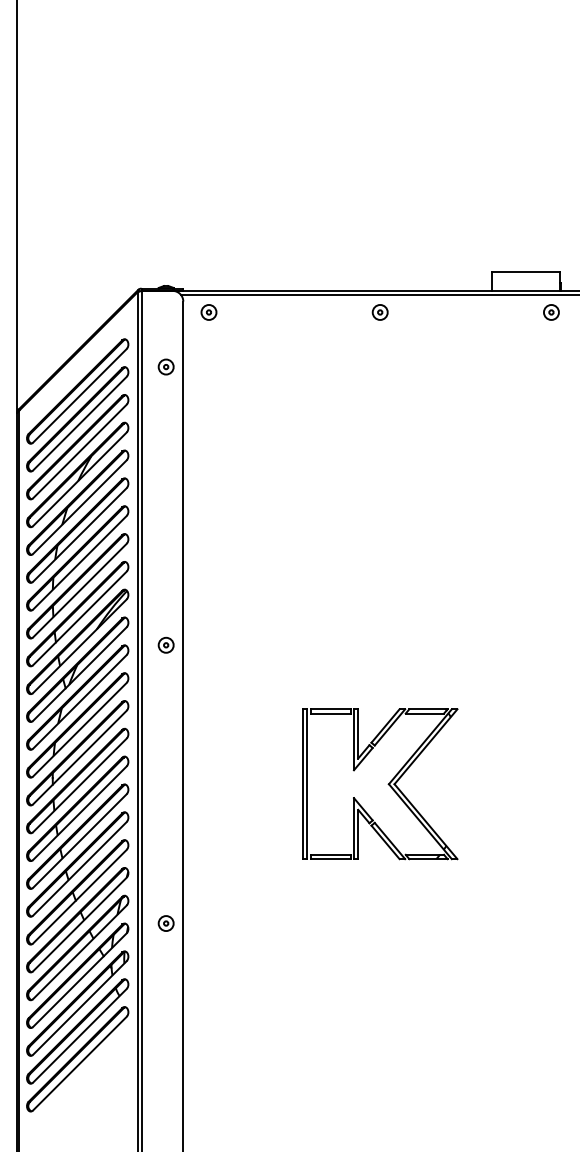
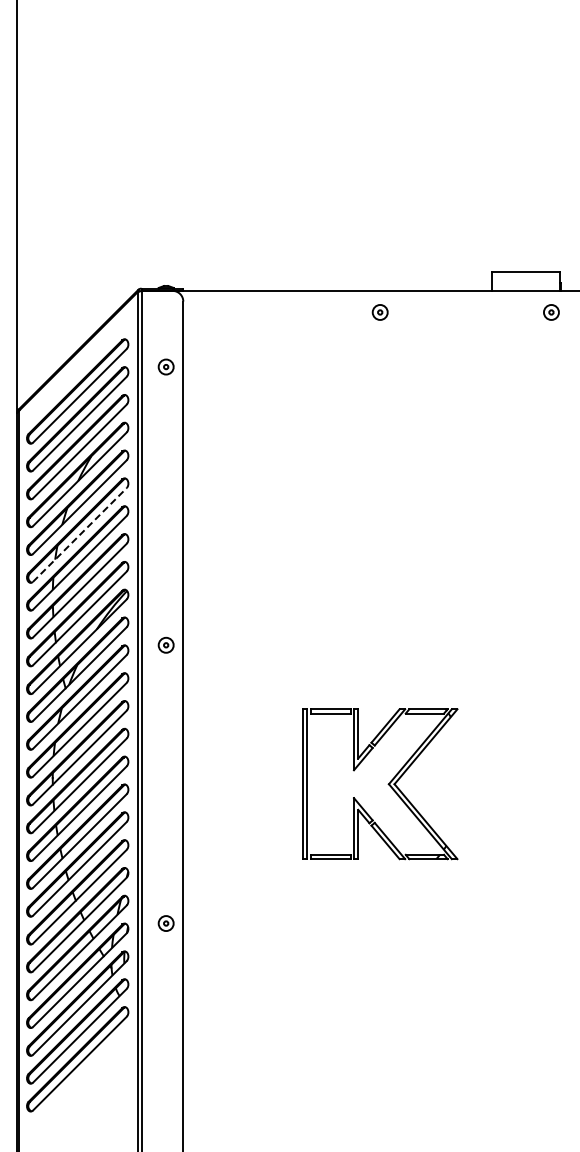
line at (378, 295): present -> none
part at (208, 312): present -> none
line at (80, 534): solid -> dashed
